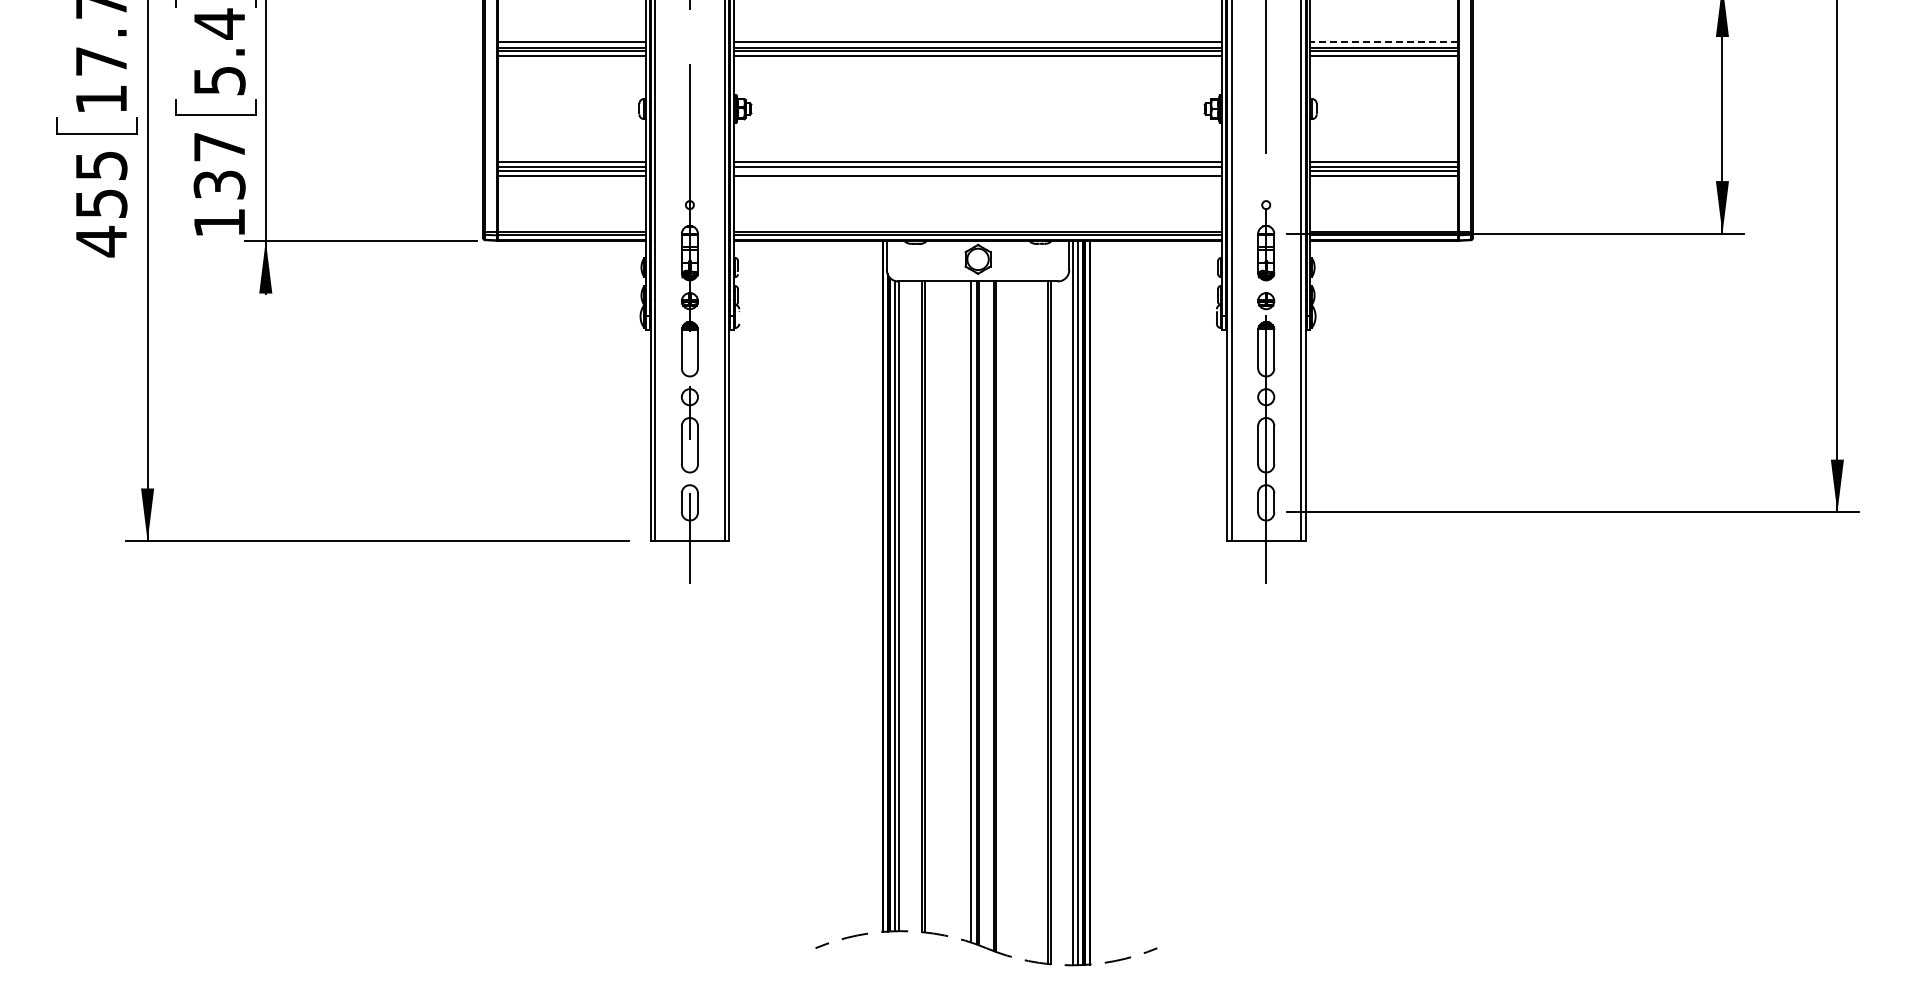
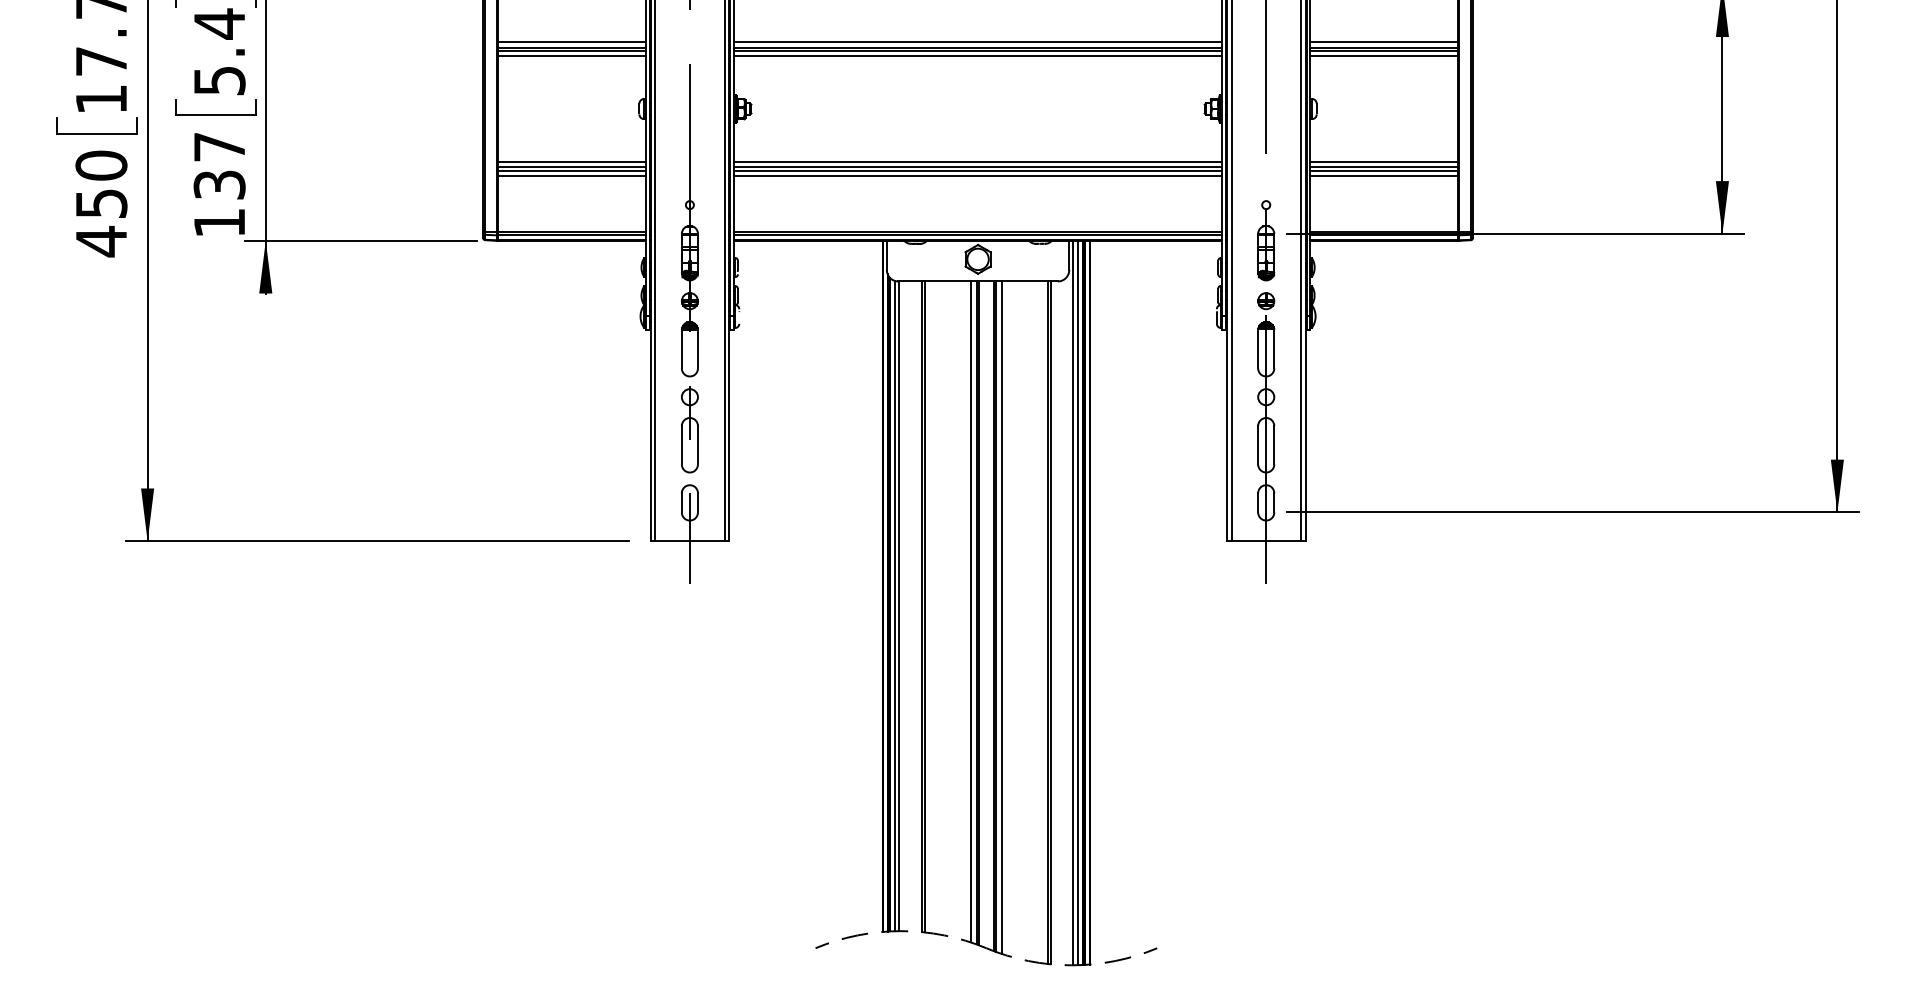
line at (1384, 42): dashed -> solid
text at (101, 165): 455 -> 450
line at (978, 170): none -> present
line at (1002, 617): none -> present
